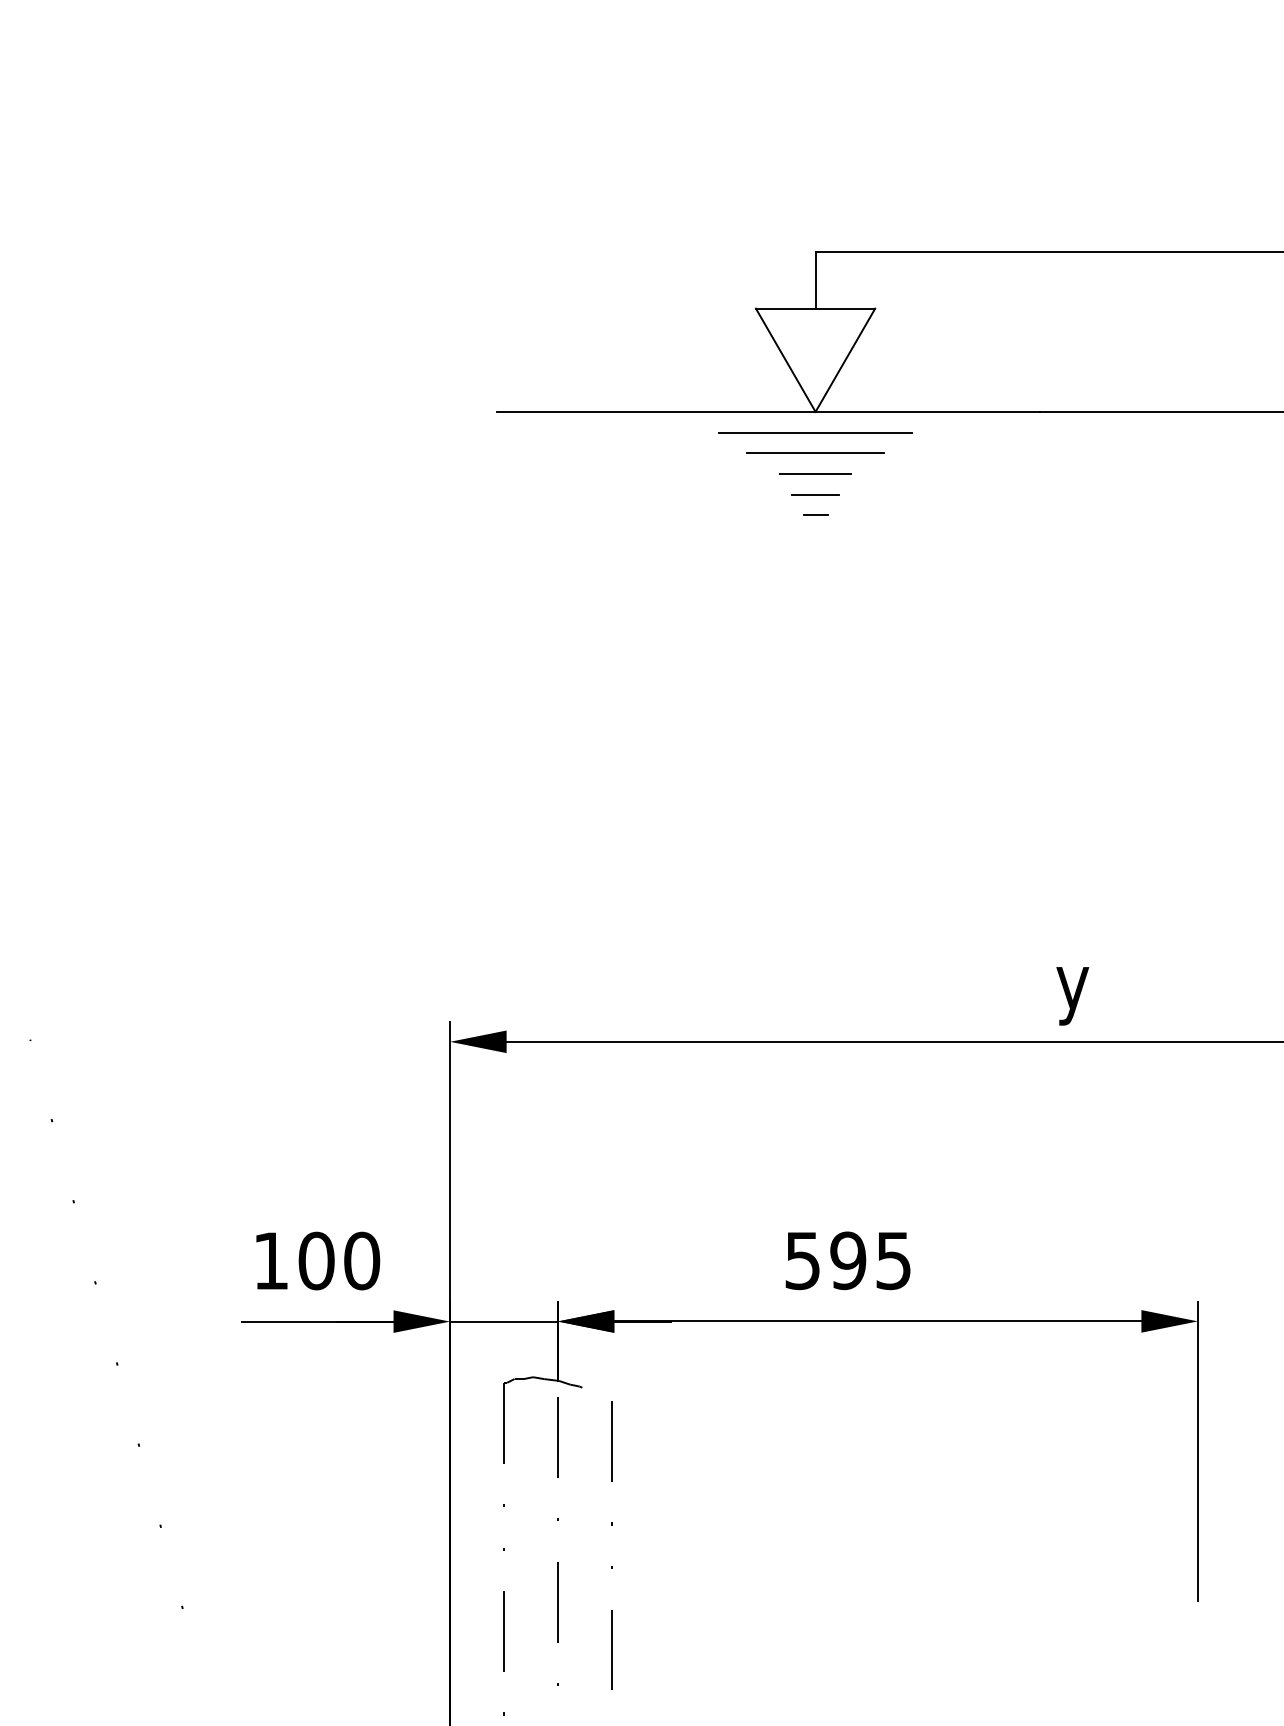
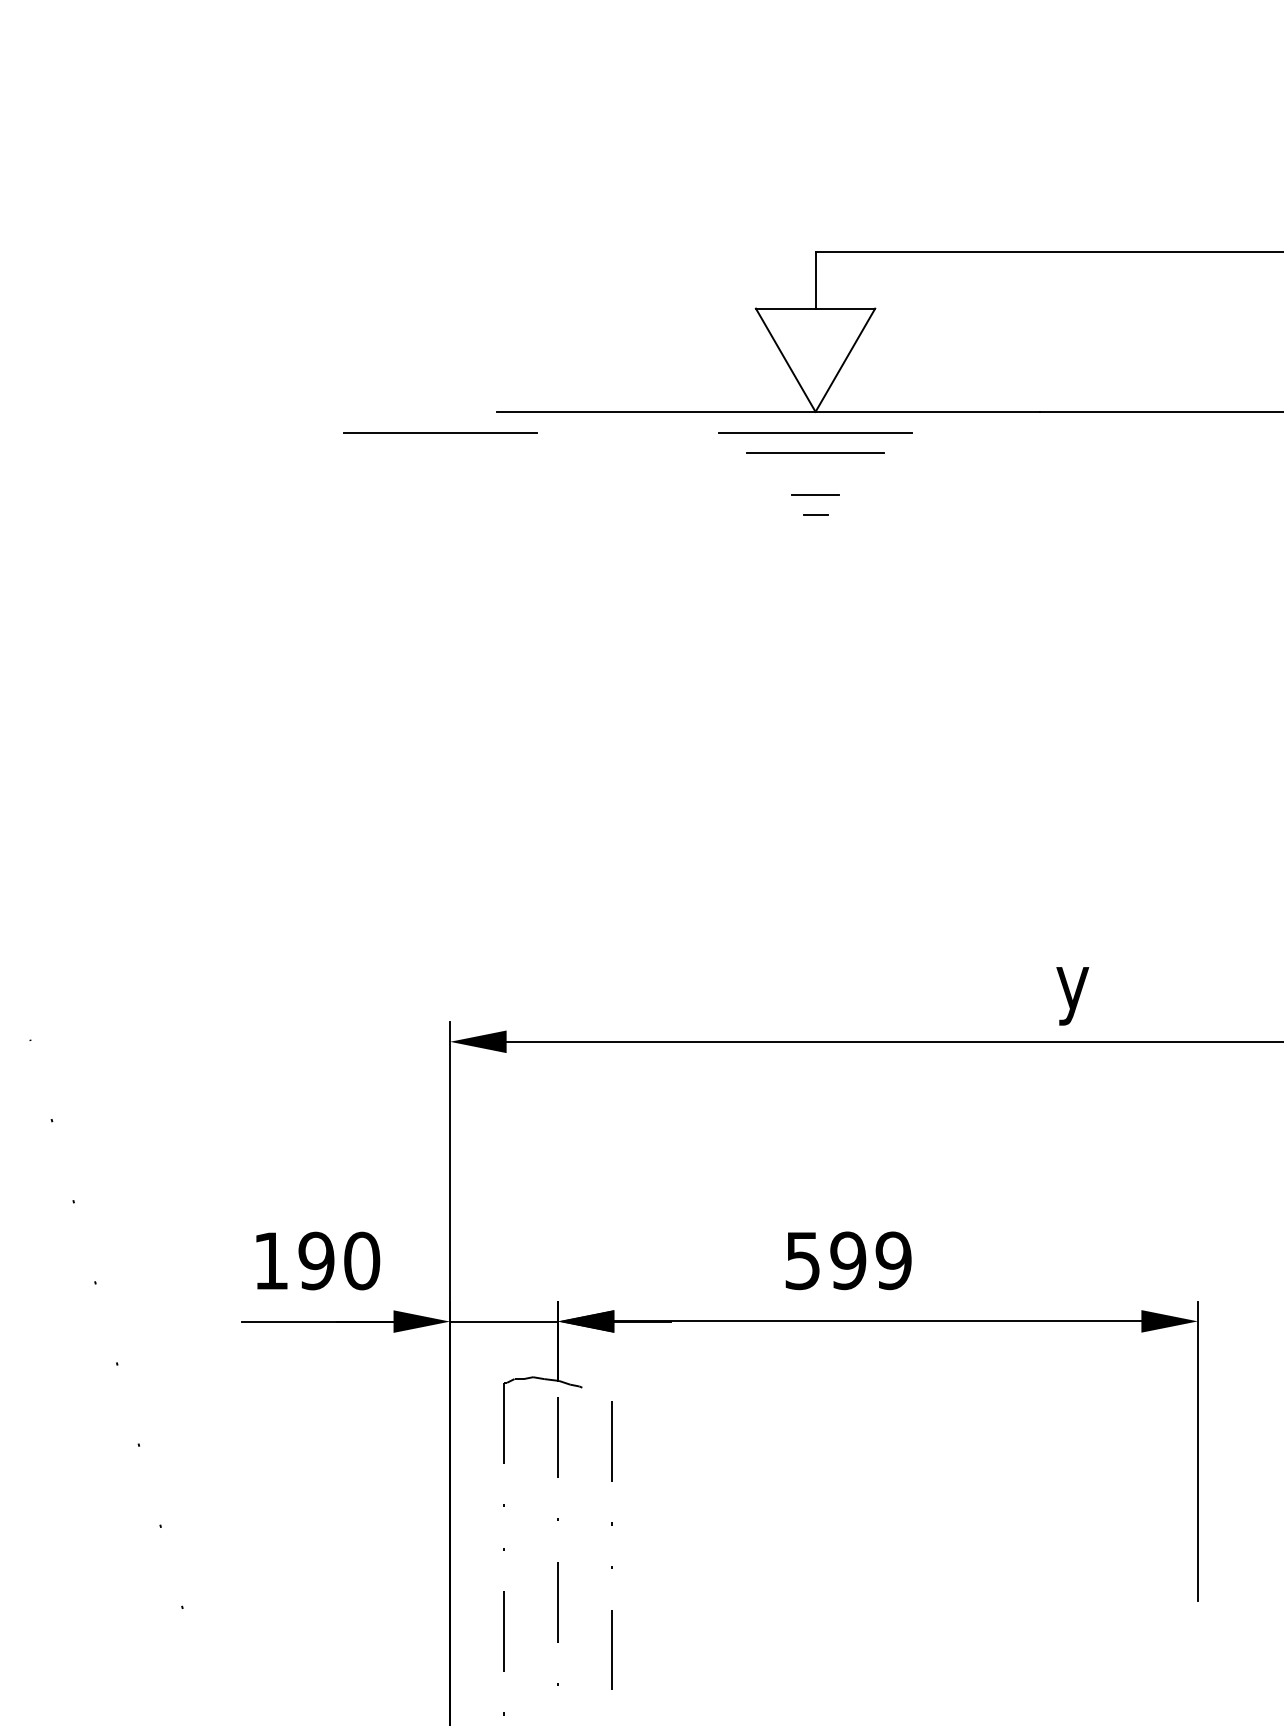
line at (440, 432): none -> present
line at (815, 473): present -> none
text at (316, 1260): 100 -> 190
text at (893, 1260): 595 -> 599
